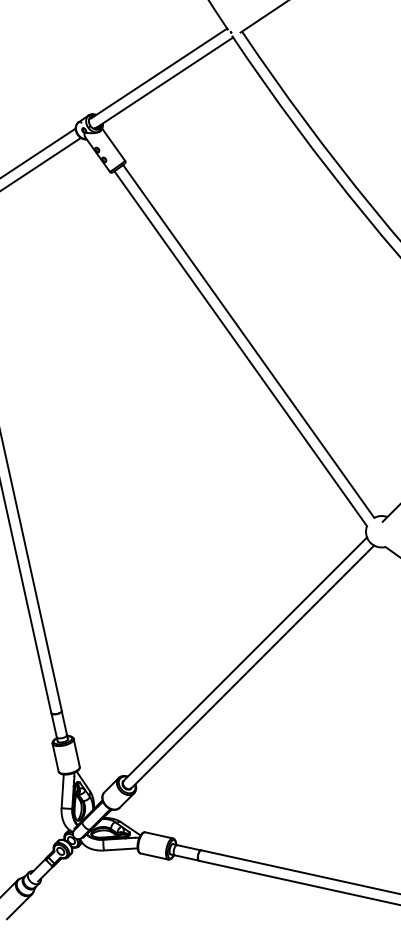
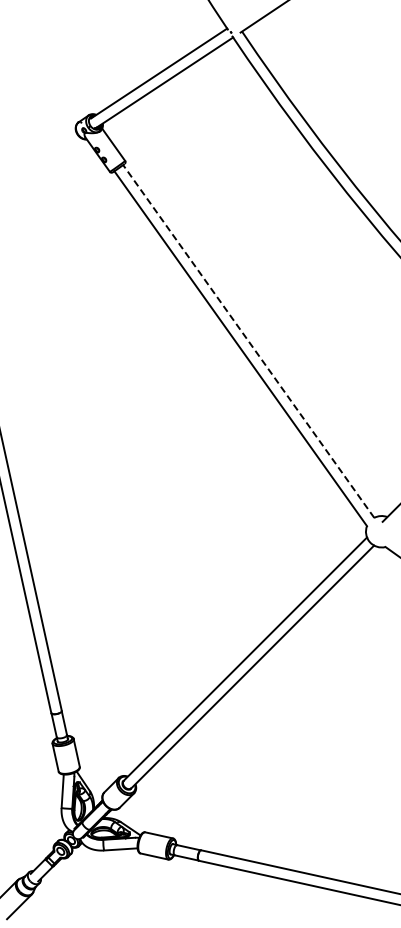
line at (38, 152): present -> none
line at (41, 163): present -> none
line at (248, 341): solid -> dashed
